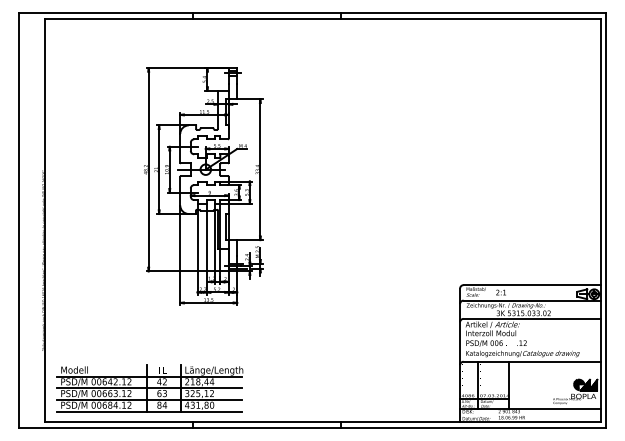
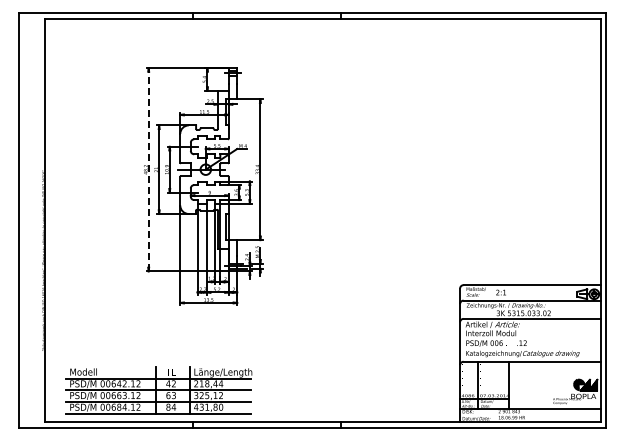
line at (148, 169): solid -> dashed
part at (149, 388) position: (149, 388) -> (158, 390)
